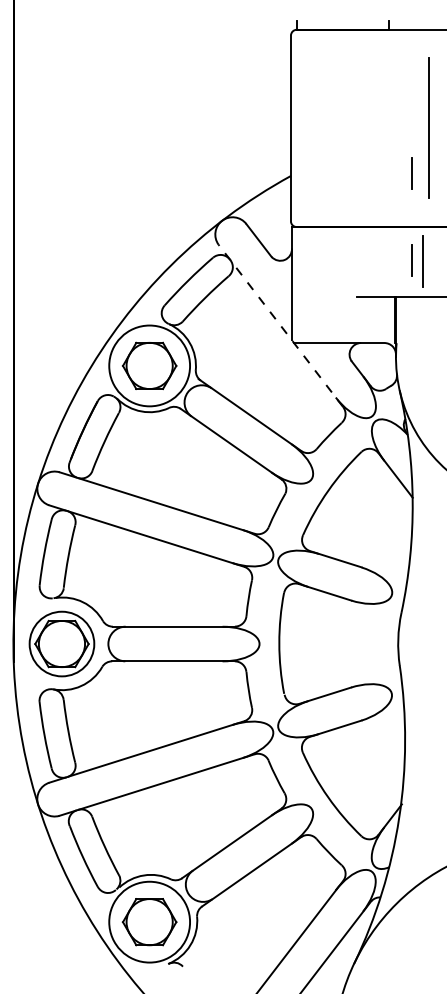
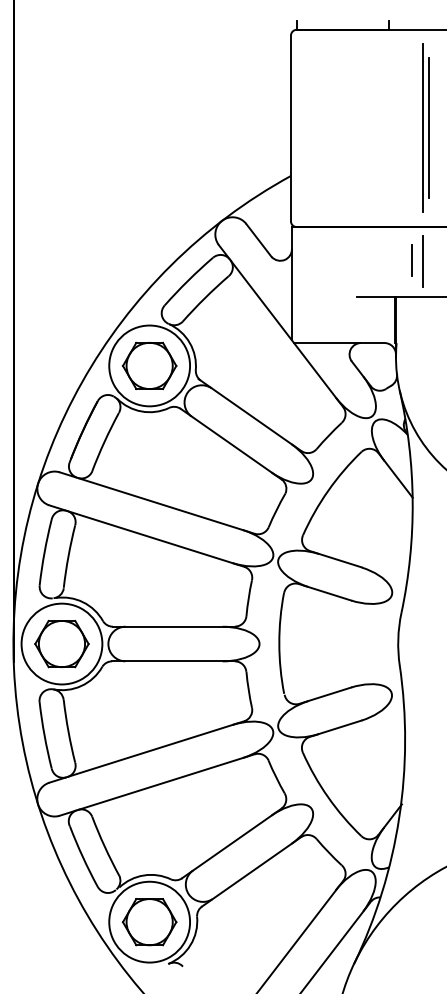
line at (423, 128): none -> present
line at (411, 173): present -> none
line at (280, 325): dashed -> solid
circle at (61, 643) diameter: 65 px -> 81 px
